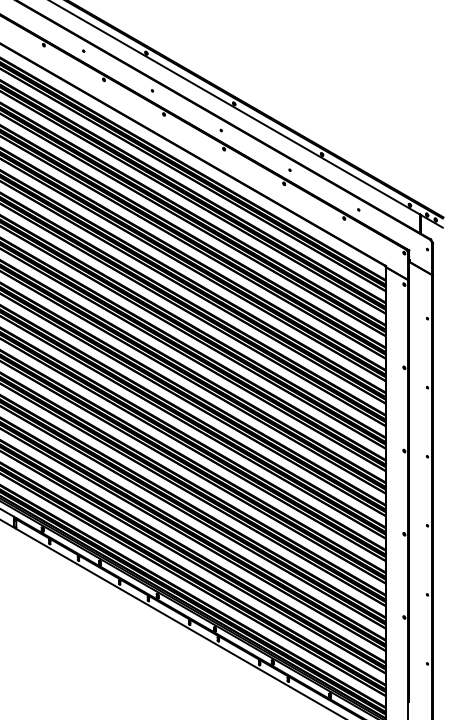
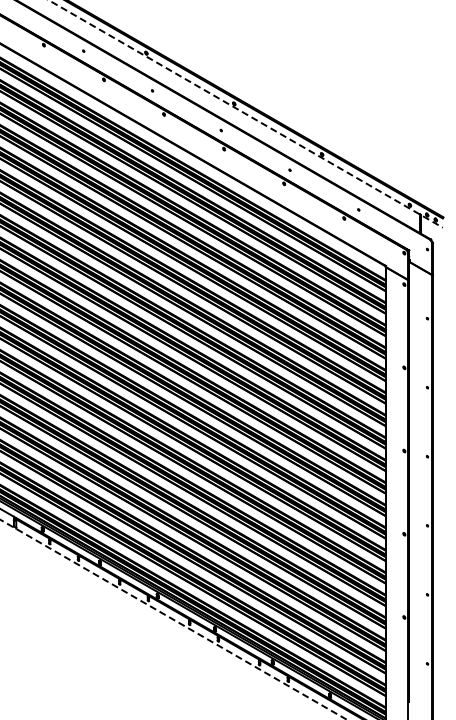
line at (246, 114): solid -> dashed
line at (173, 619): solid -> dashed
